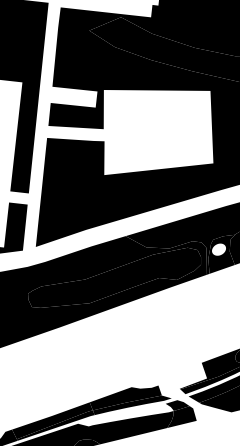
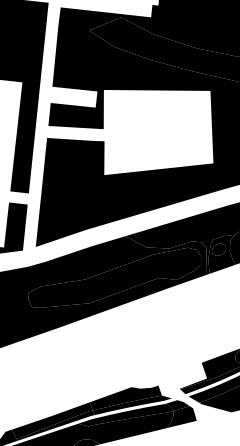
fill at (219, 249): none -> present
fill at (125, 414): none -> present
